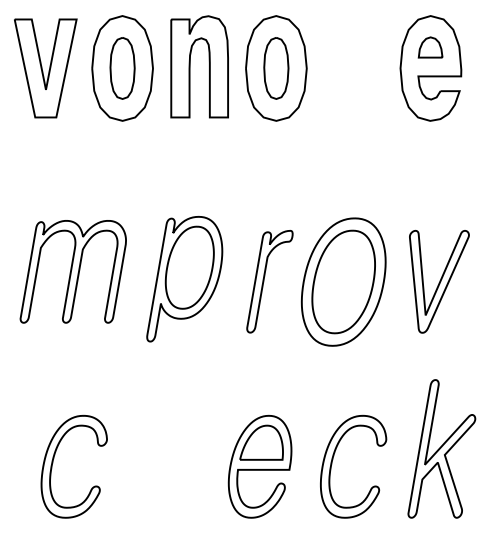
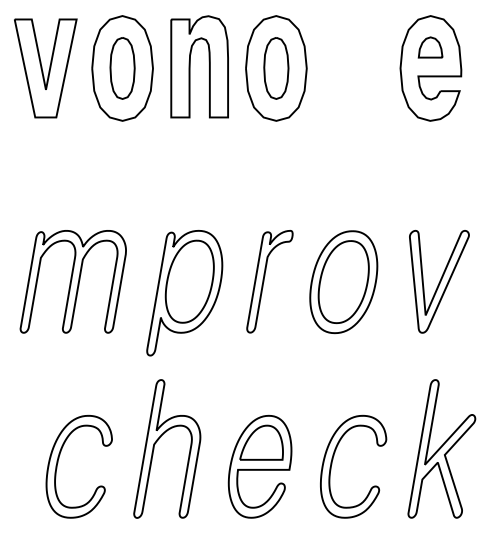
part at (72, 271) position: (72, 271) -> (72, 281)
part at (184, 279) position: (184, 279) -> (184, 293)
part at (343, 281) size: 87x130 px -> 70x105 px
part at (159, 439): none -> present
part at (53, 463) position: (53, 463) -> (58, 463)
